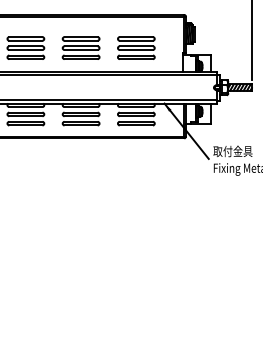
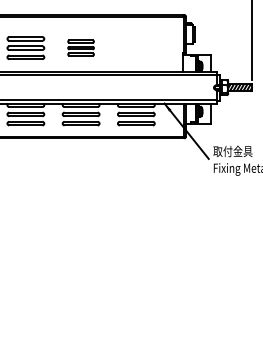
hatch at (189, 34): present -> none
part at (80, 47) size: 40x24 px -> 28x18 px
part at (136, 47): present -> none
